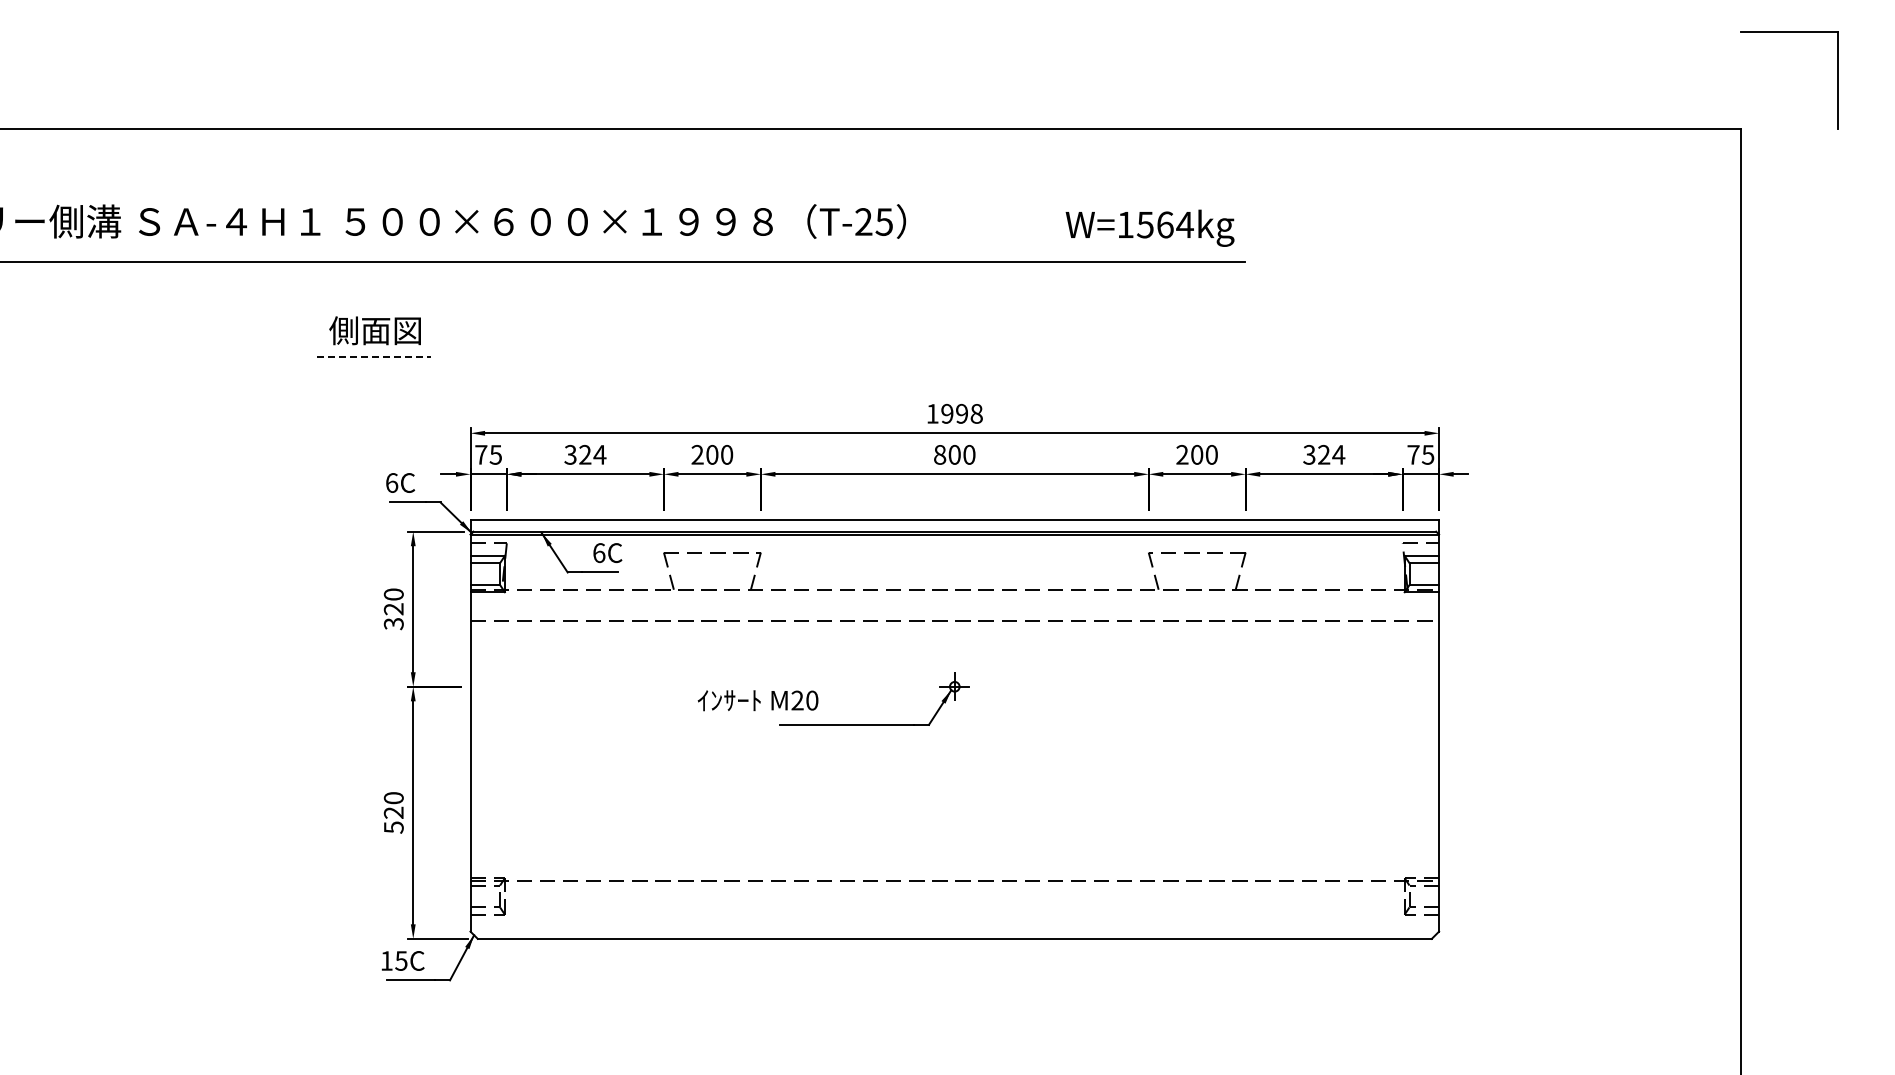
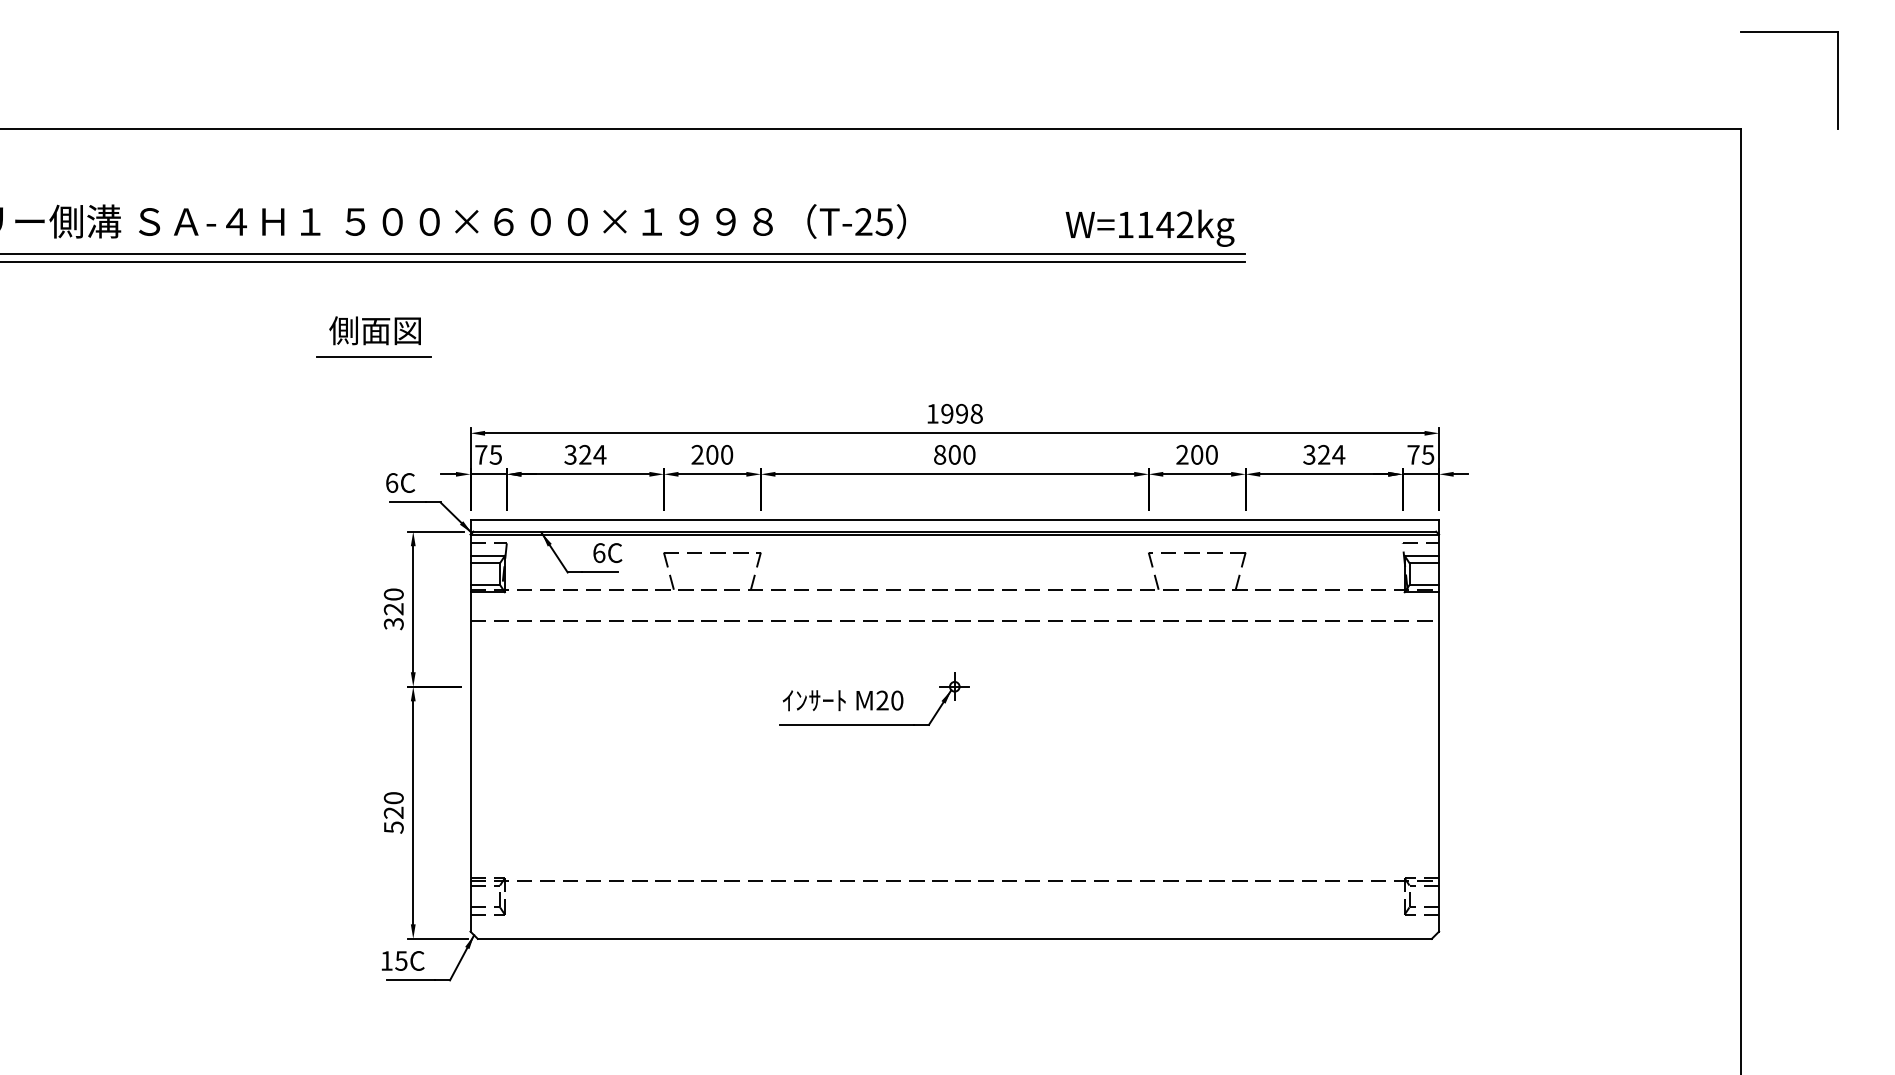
text at (1165, 224): W=1564kg -> W=1142kg
line at (623, 253): none -> present
line at (374, 356): dashed -> solid
text at (757, 700) position: (757, 700) -> (842, 700)
